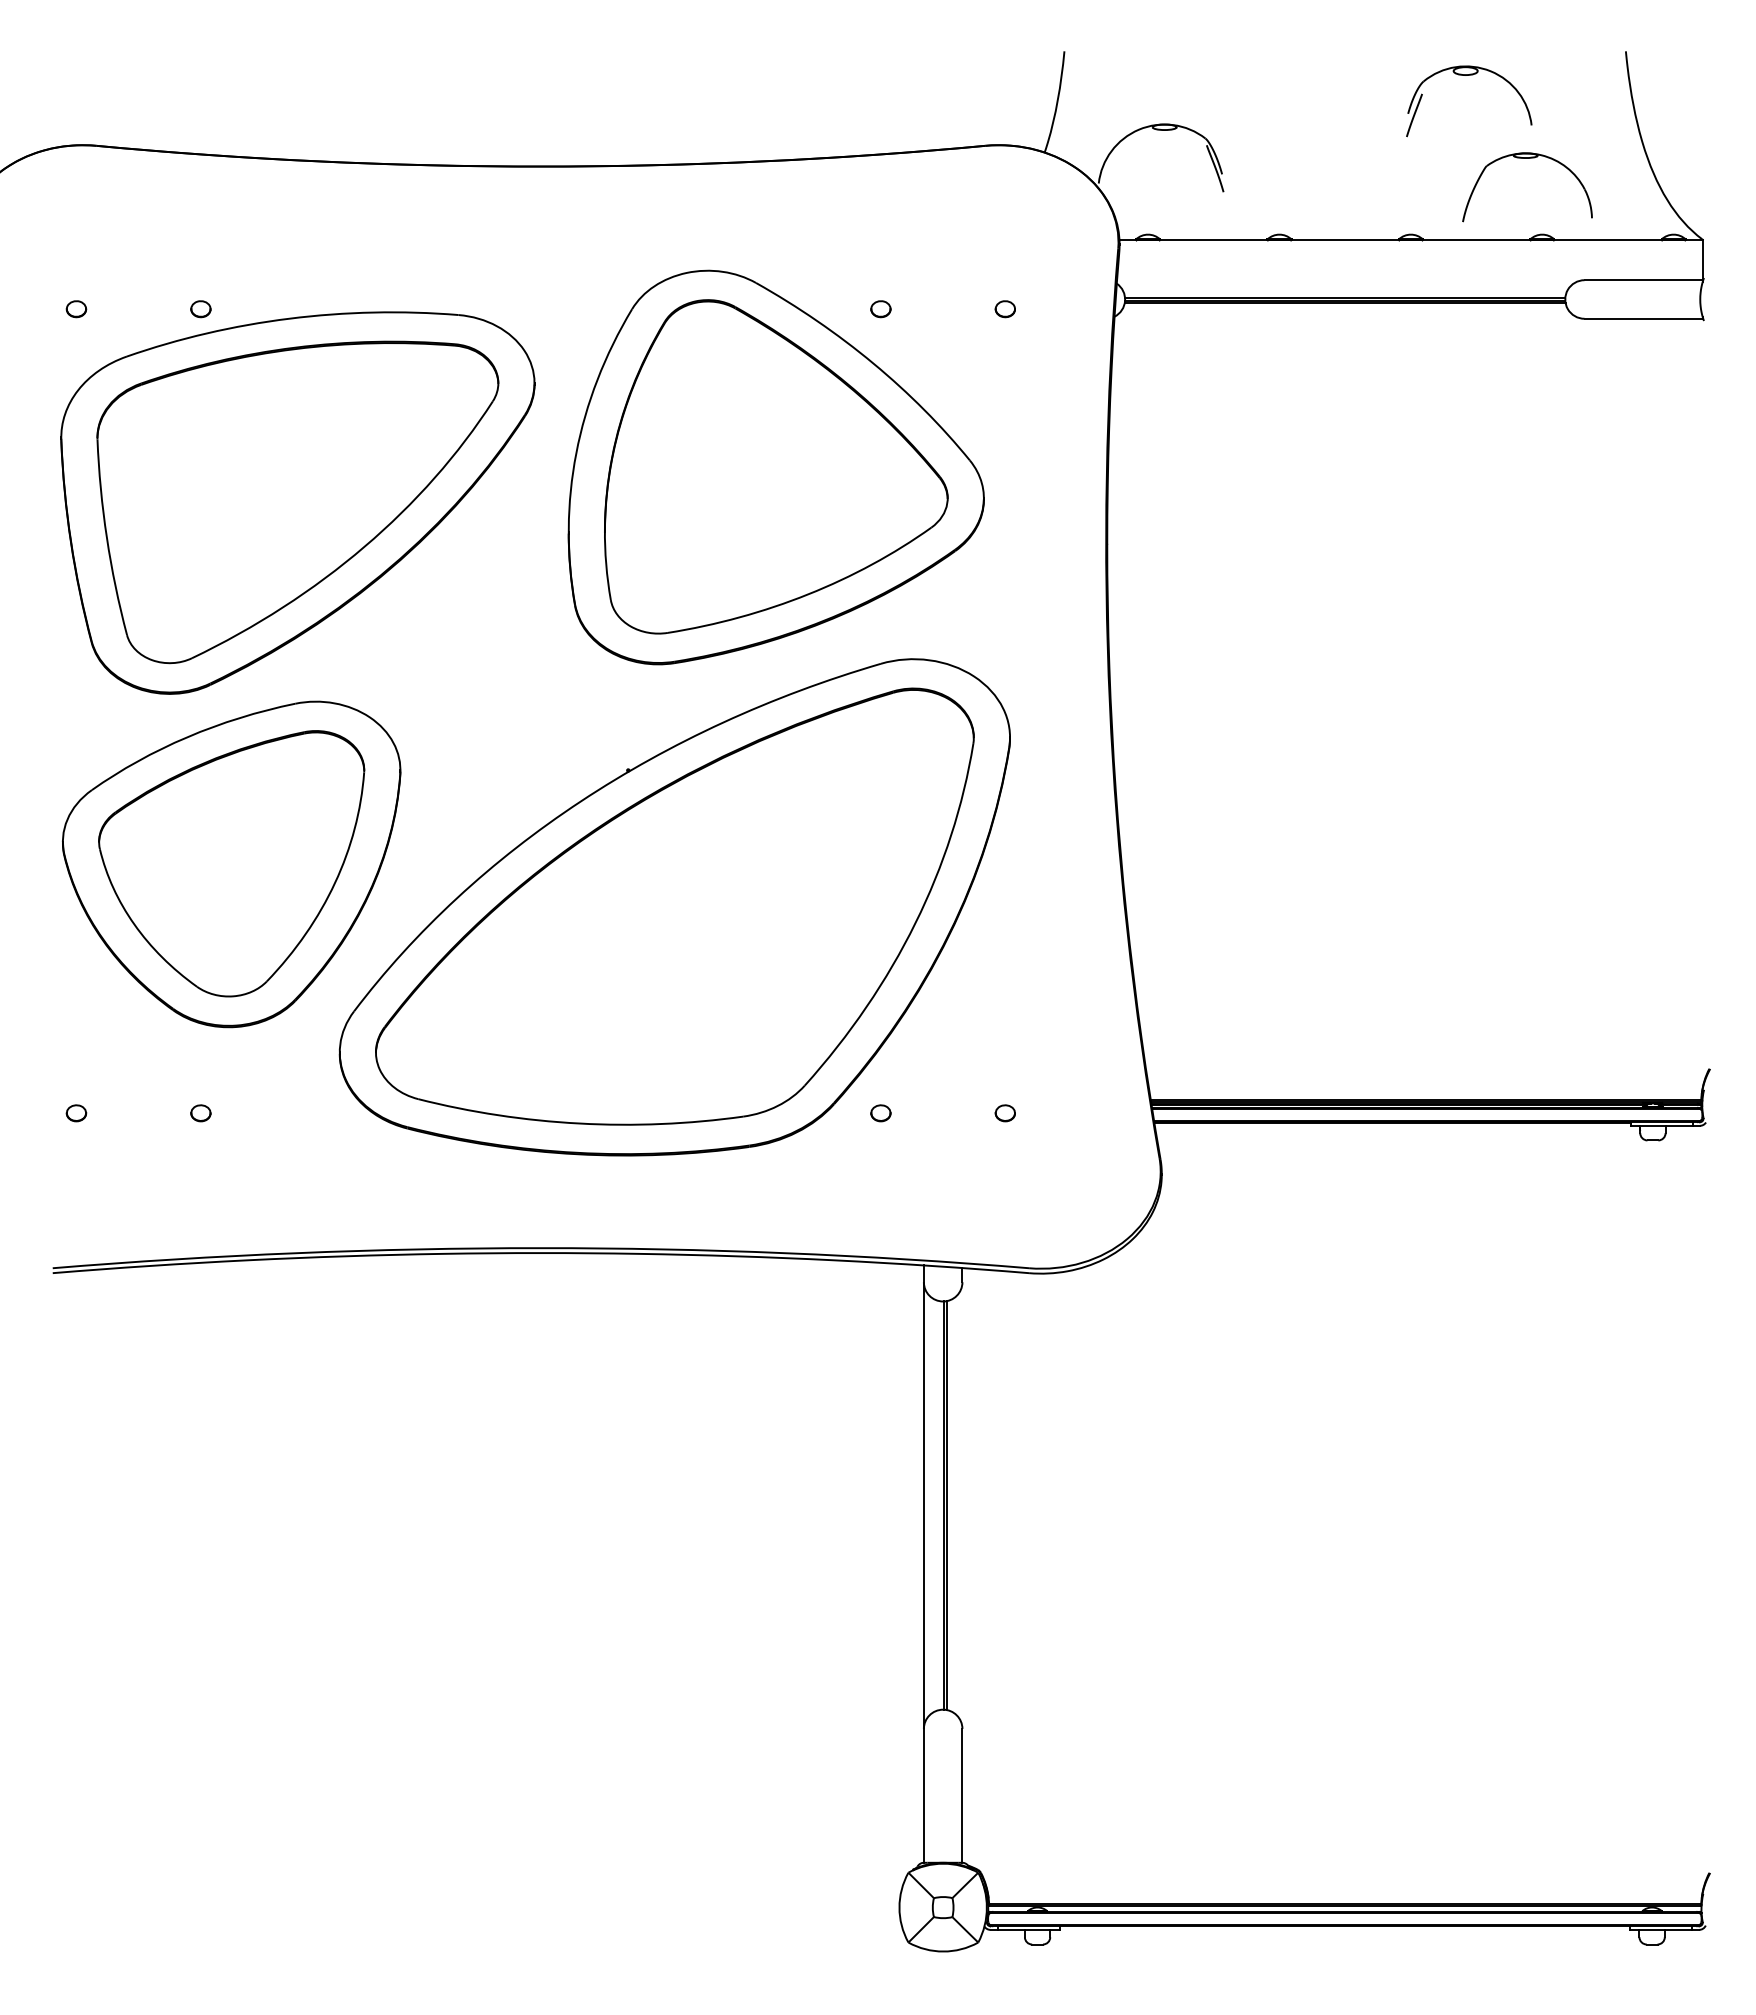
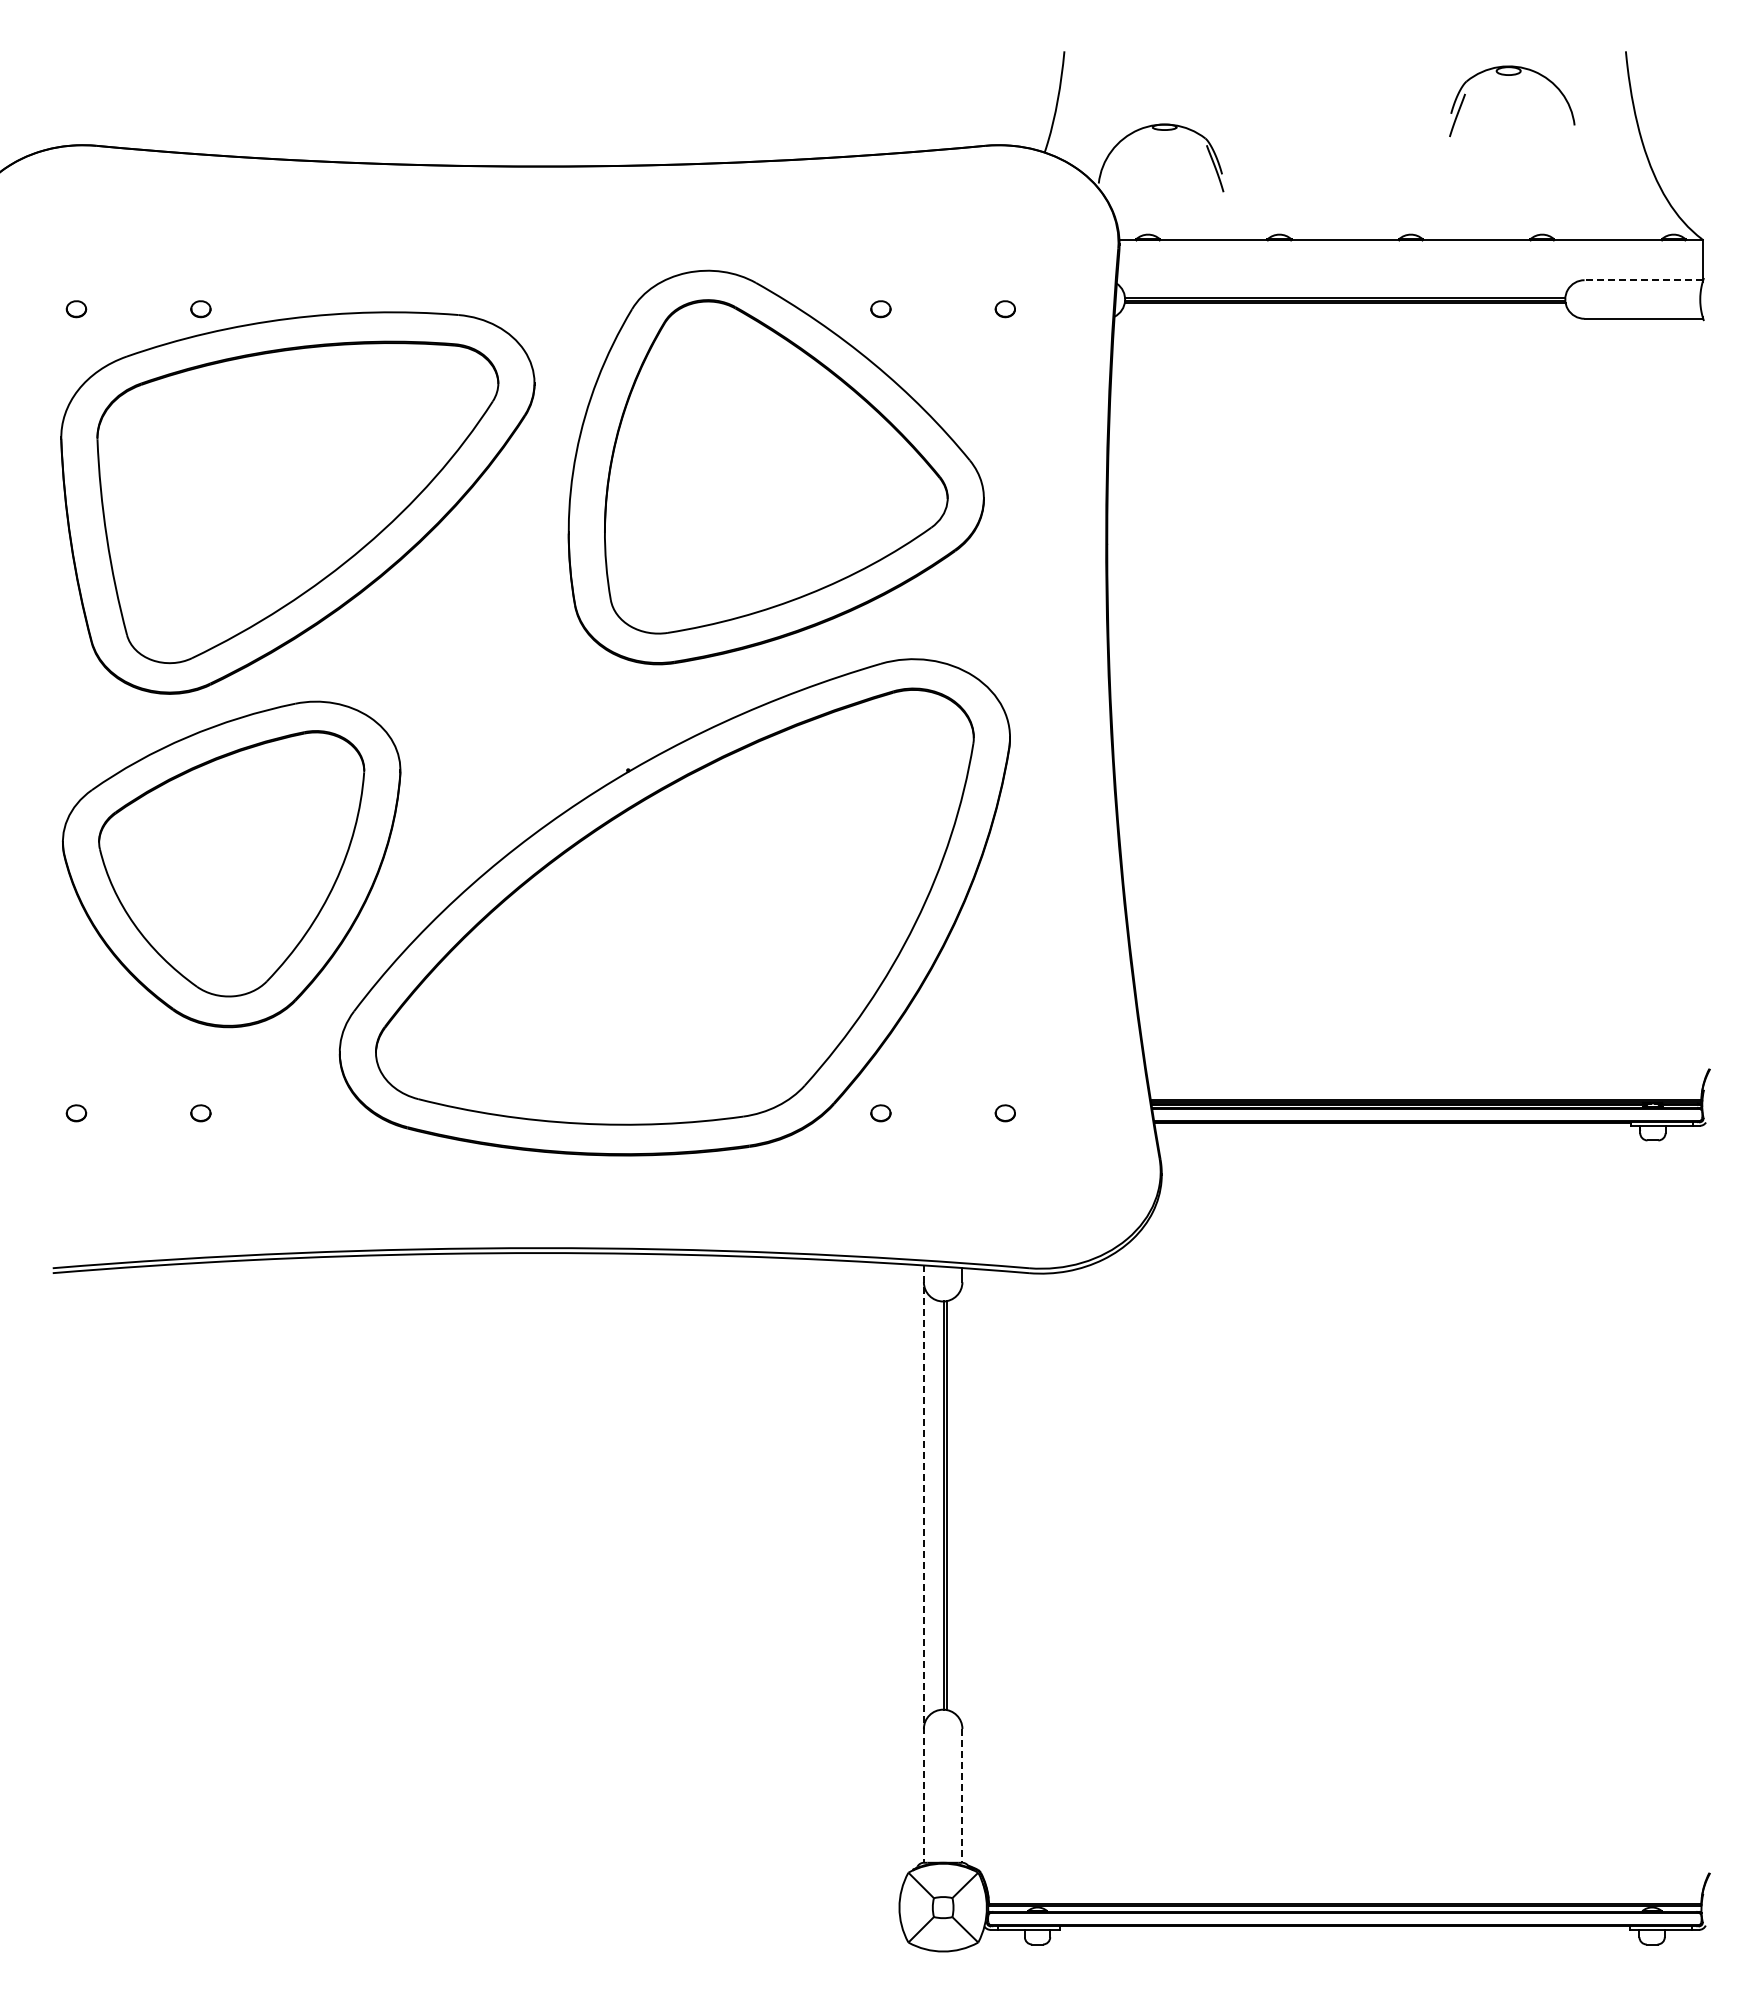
part at (1469, 75) position: (1469, 75) -> (1512, 75)
part at (1527, 158): present -> none
line at (1643, 280): solid -> dashed
line at (923, 1564): solid -> dashed
line at (962, 1795): solid -> dashed
